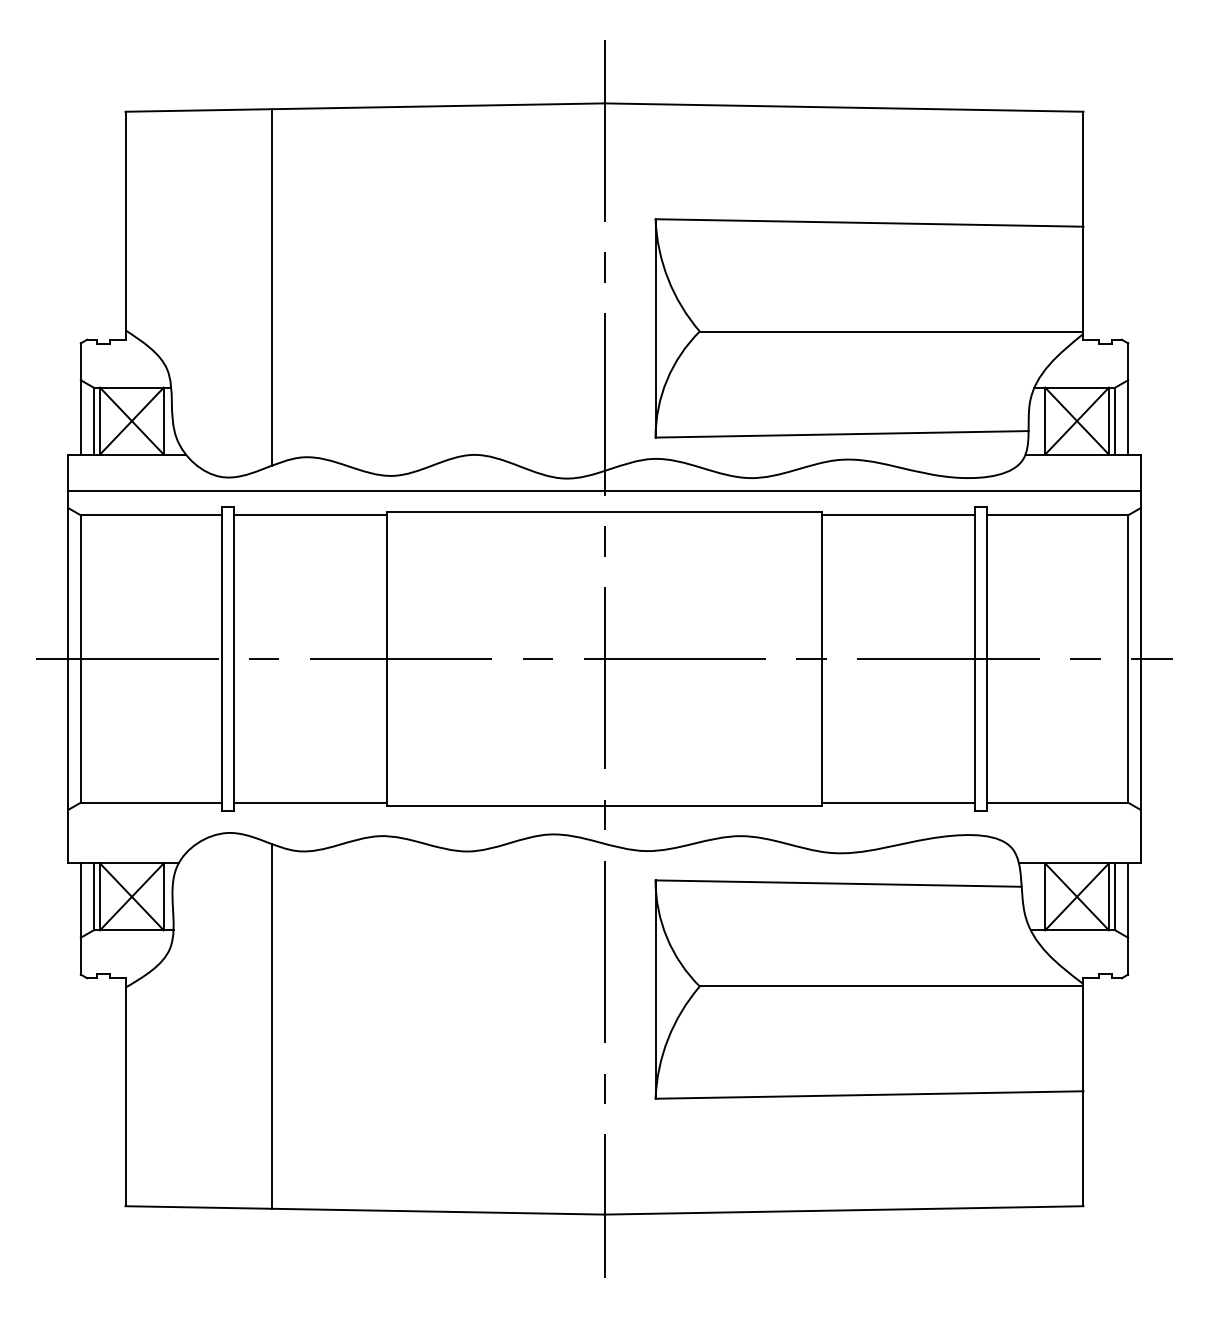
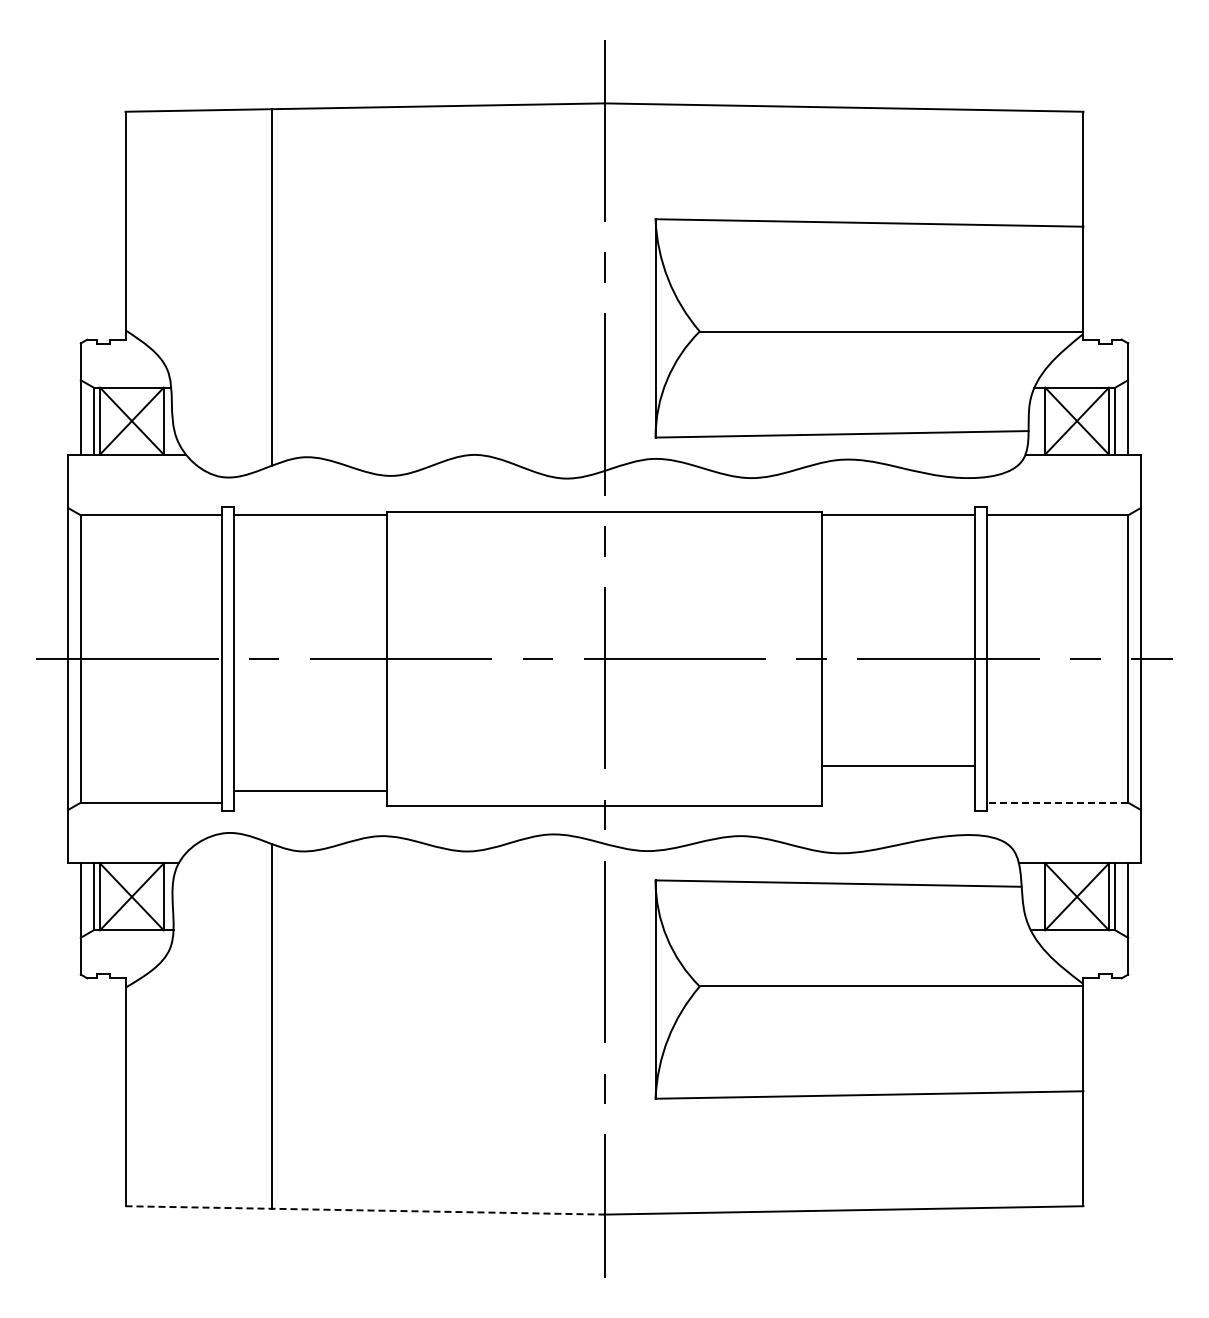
line at (604, 491): present -> none
line at (310, 802) position: (310, 802) -> (310, 790)
line at (897, 802) position: (897, 802) -> (897, 765)
line at (1057, 802): solid -> dashed
line at (365, 1210): solid -> dashed
